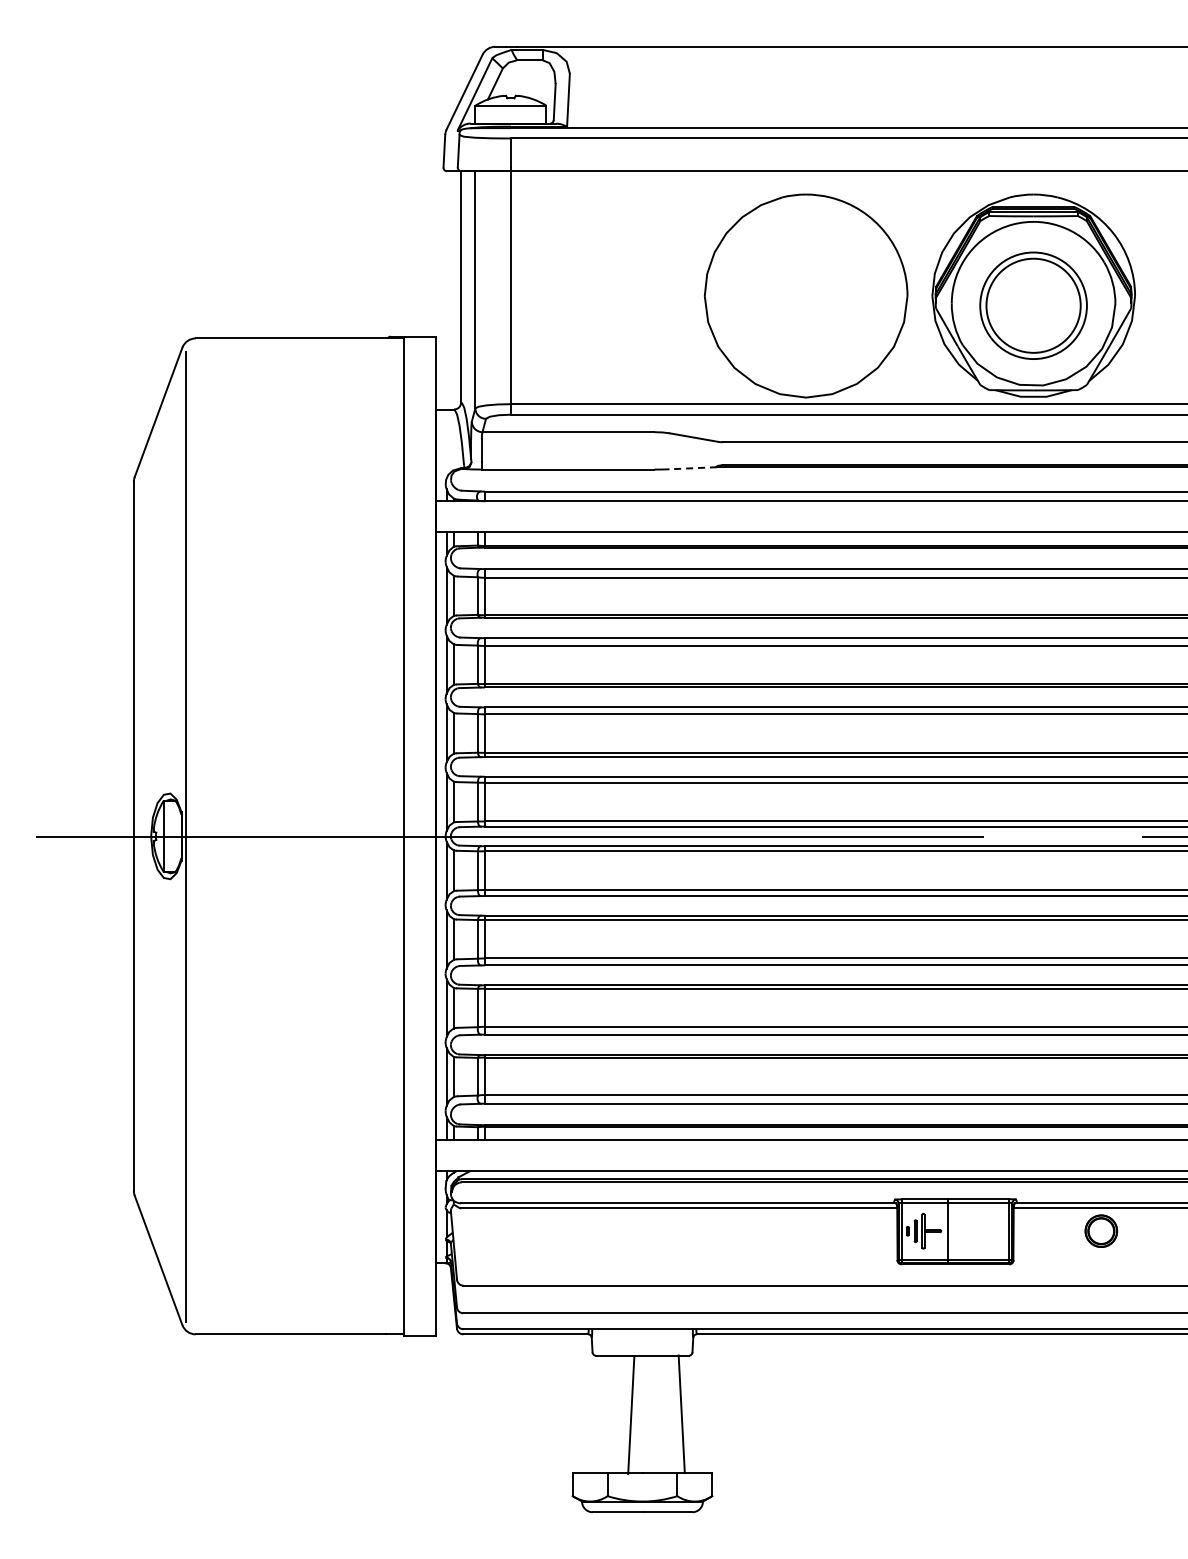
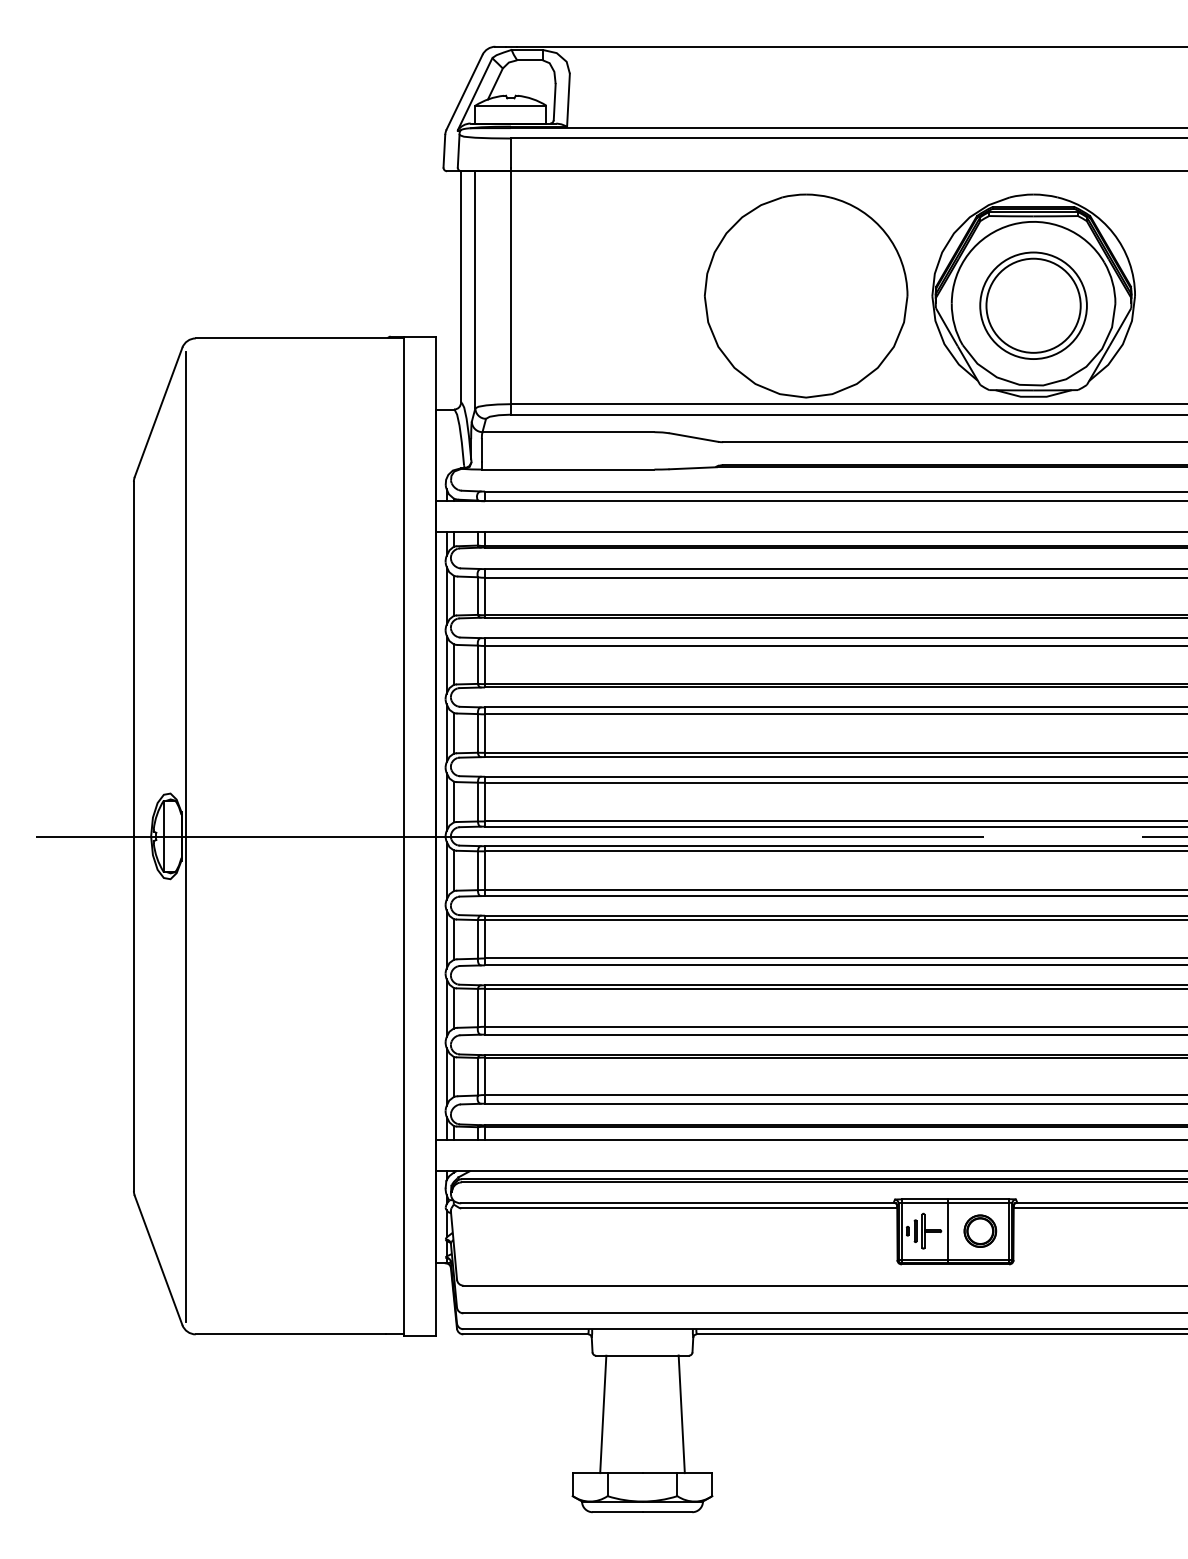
line at (693, 468): dashed -> solid
part at (1101, 1230) position: (1101, 1230) -> (980, 1230)
line at (631, 1415) position: (631, 1415) -> (603, 1414)
